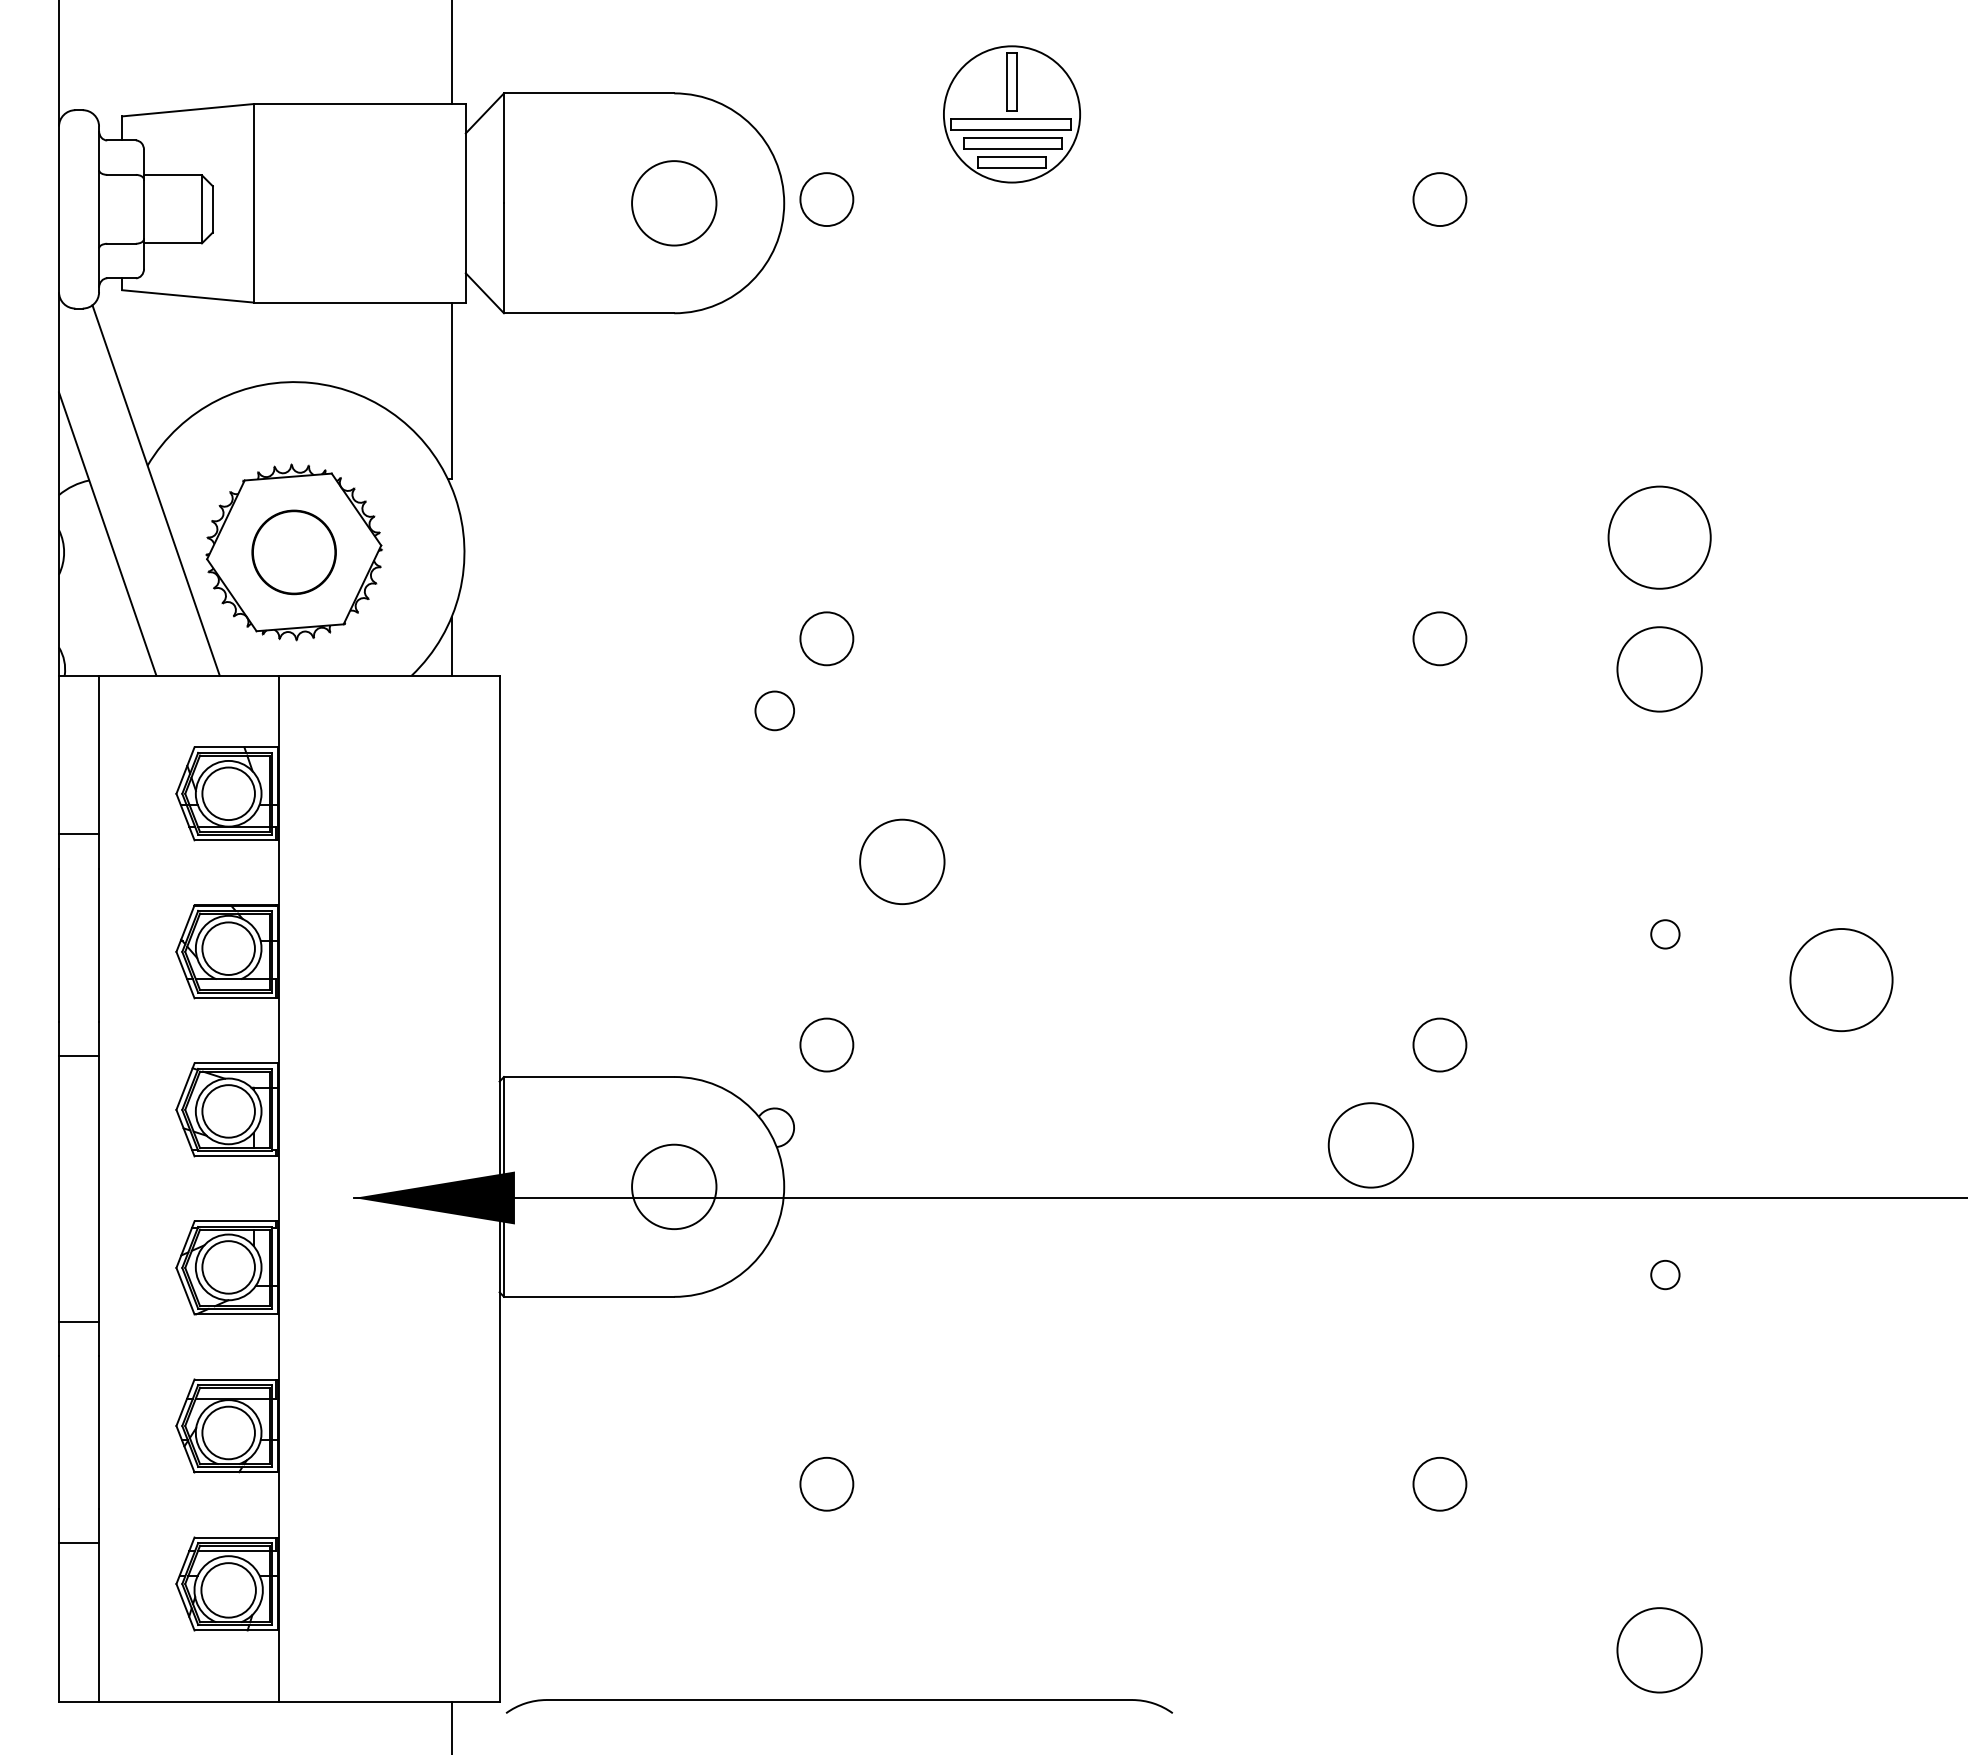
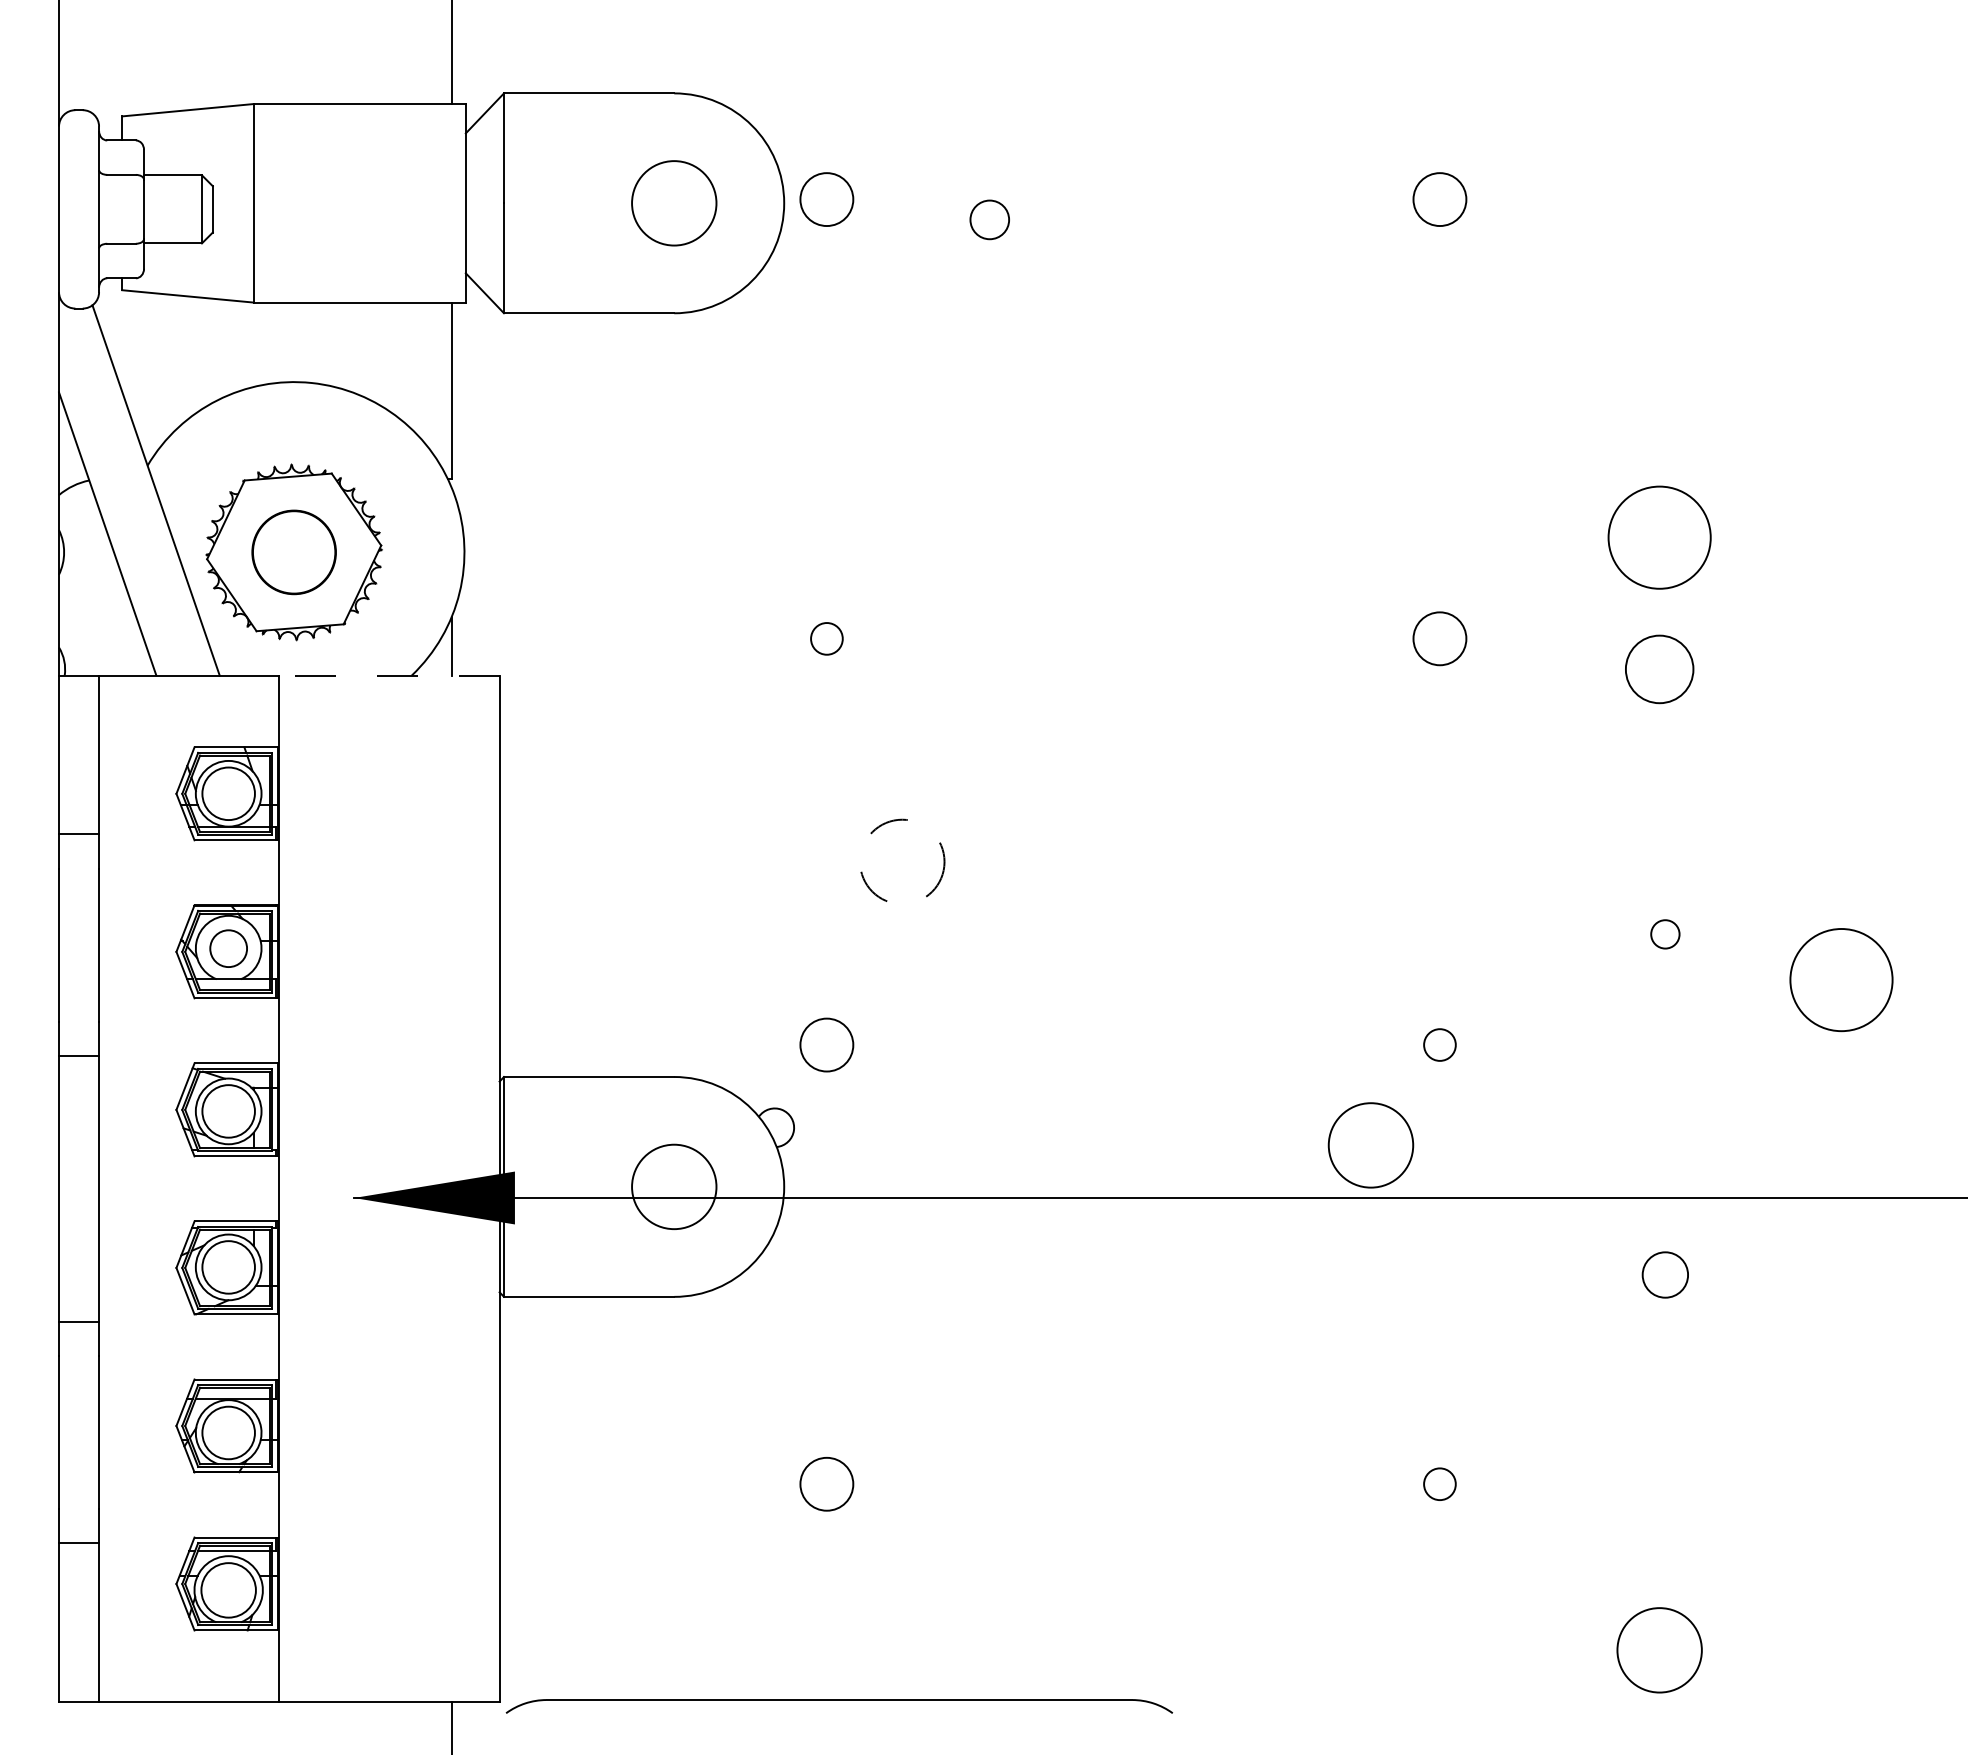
part at (1011, 114): present -> none
circle at (826, 638) size: 56x56 px -> 34x34 px
circle at (1659, 669) diameter: 84 px -> 68 px
line at (388, 675): solid -> dashed
circle at (774, 710) position: (774, 710) -> (989, 219)
circle at (902, 861): solid -> dashed
circle at (228, 948) diameter: 53 px -> 37 px
circle at (1439, 1044) size: 56x56 px -> 34x34 px
circle at (1665, 1274) diameter: 28 px -> 45 px
circle at (1439, 1483) diameter: 53 px -> 32 px
